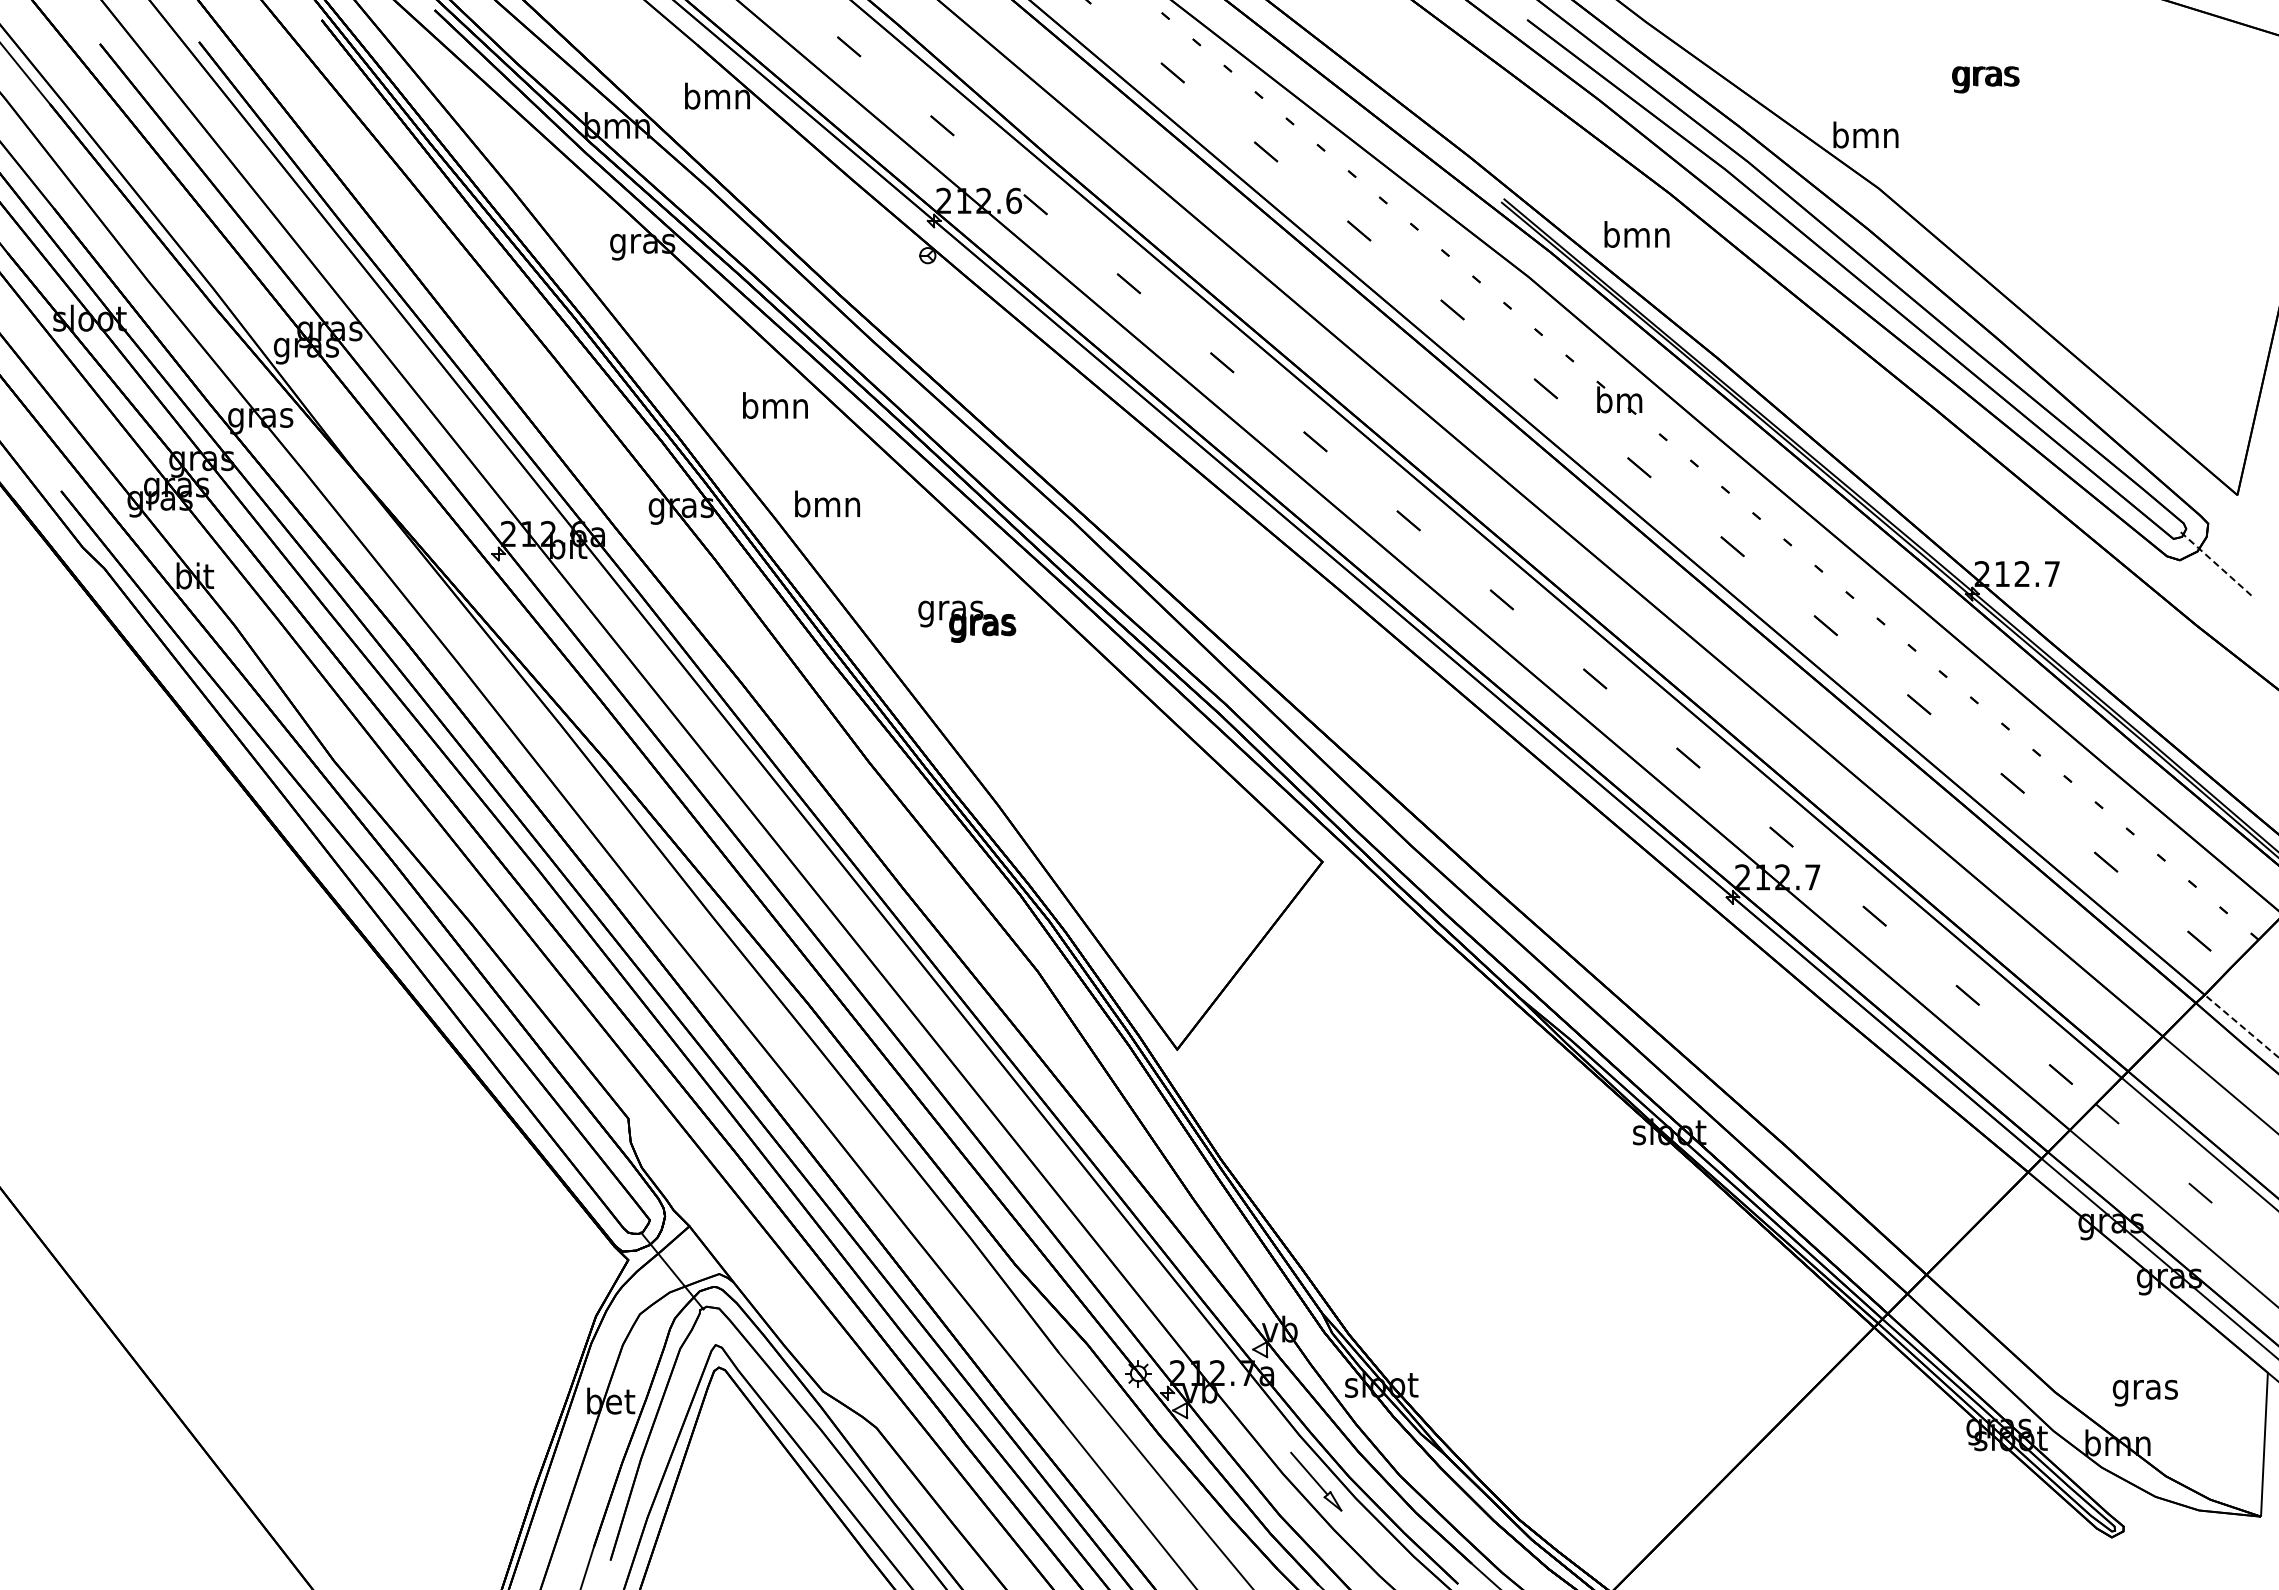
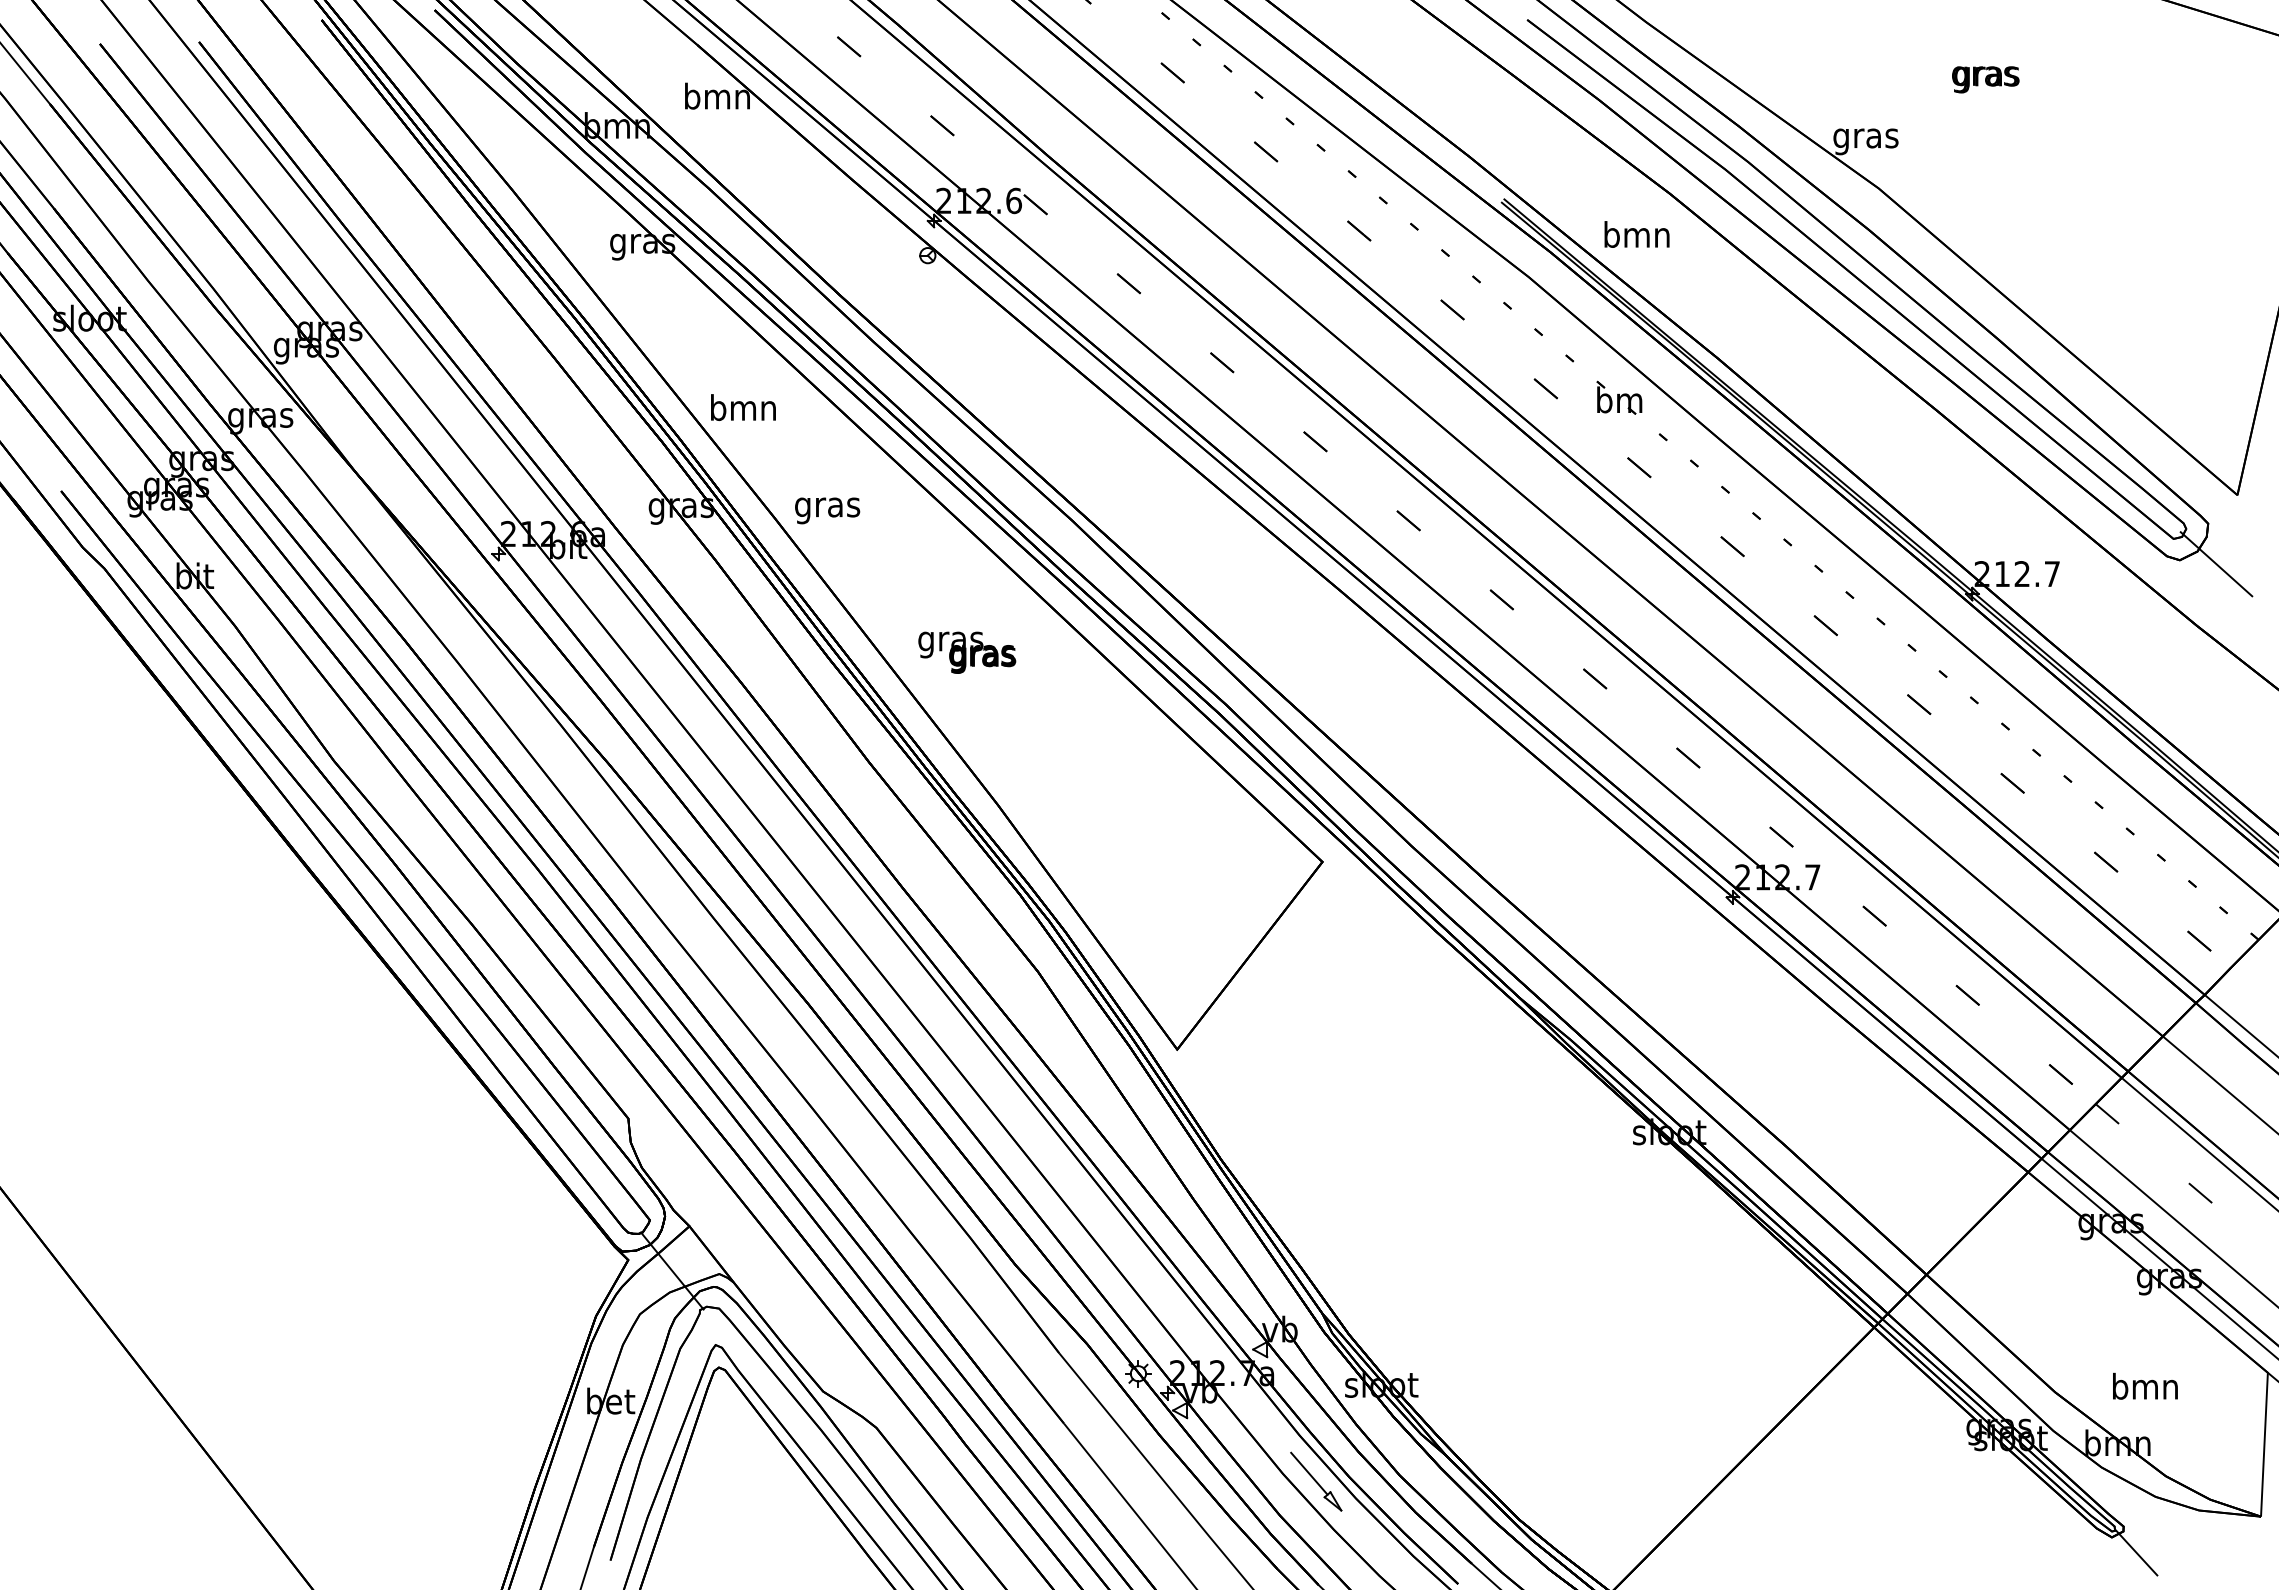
text at (1865, 138): bmn -> gras
text at (775, 405) position: (775, 405) -> (743, 407)
text at (827, 507): bmn -> gras
line at (2216, 564): dashed -> solid
text at (967, 621) position: (967, 621) -> (967, 652)
line at (2241, 1025): dashed -> solid
text at (2145, 1389): gras -> bmn
line at (2136, 1552): none -> present
